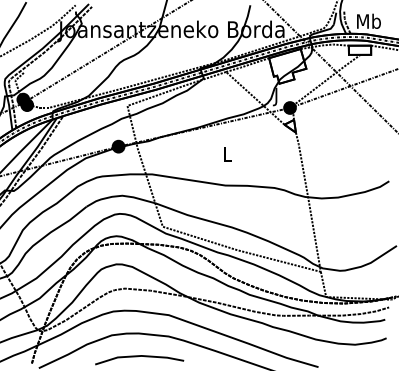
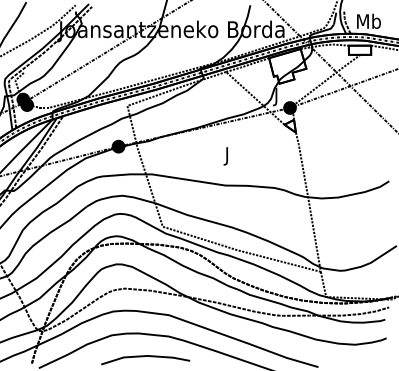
text at (227, 156): L -> J
line at (137, 357) position: (137, 357) -> (143, 357)
